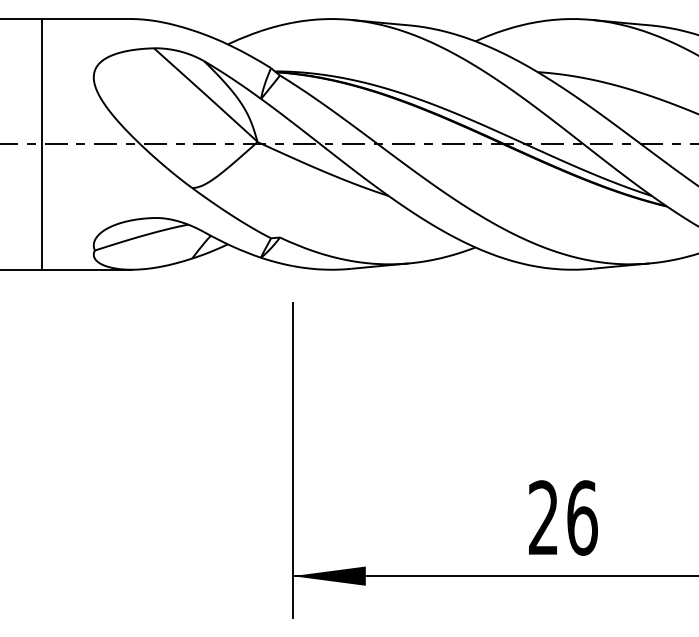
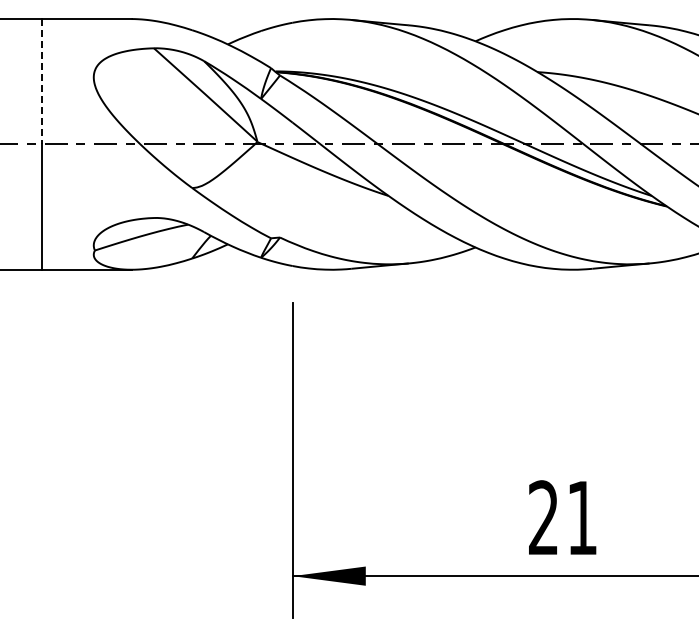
line at (41, 81): solid -> dashed
text at (582, 517): 26 -> 21
